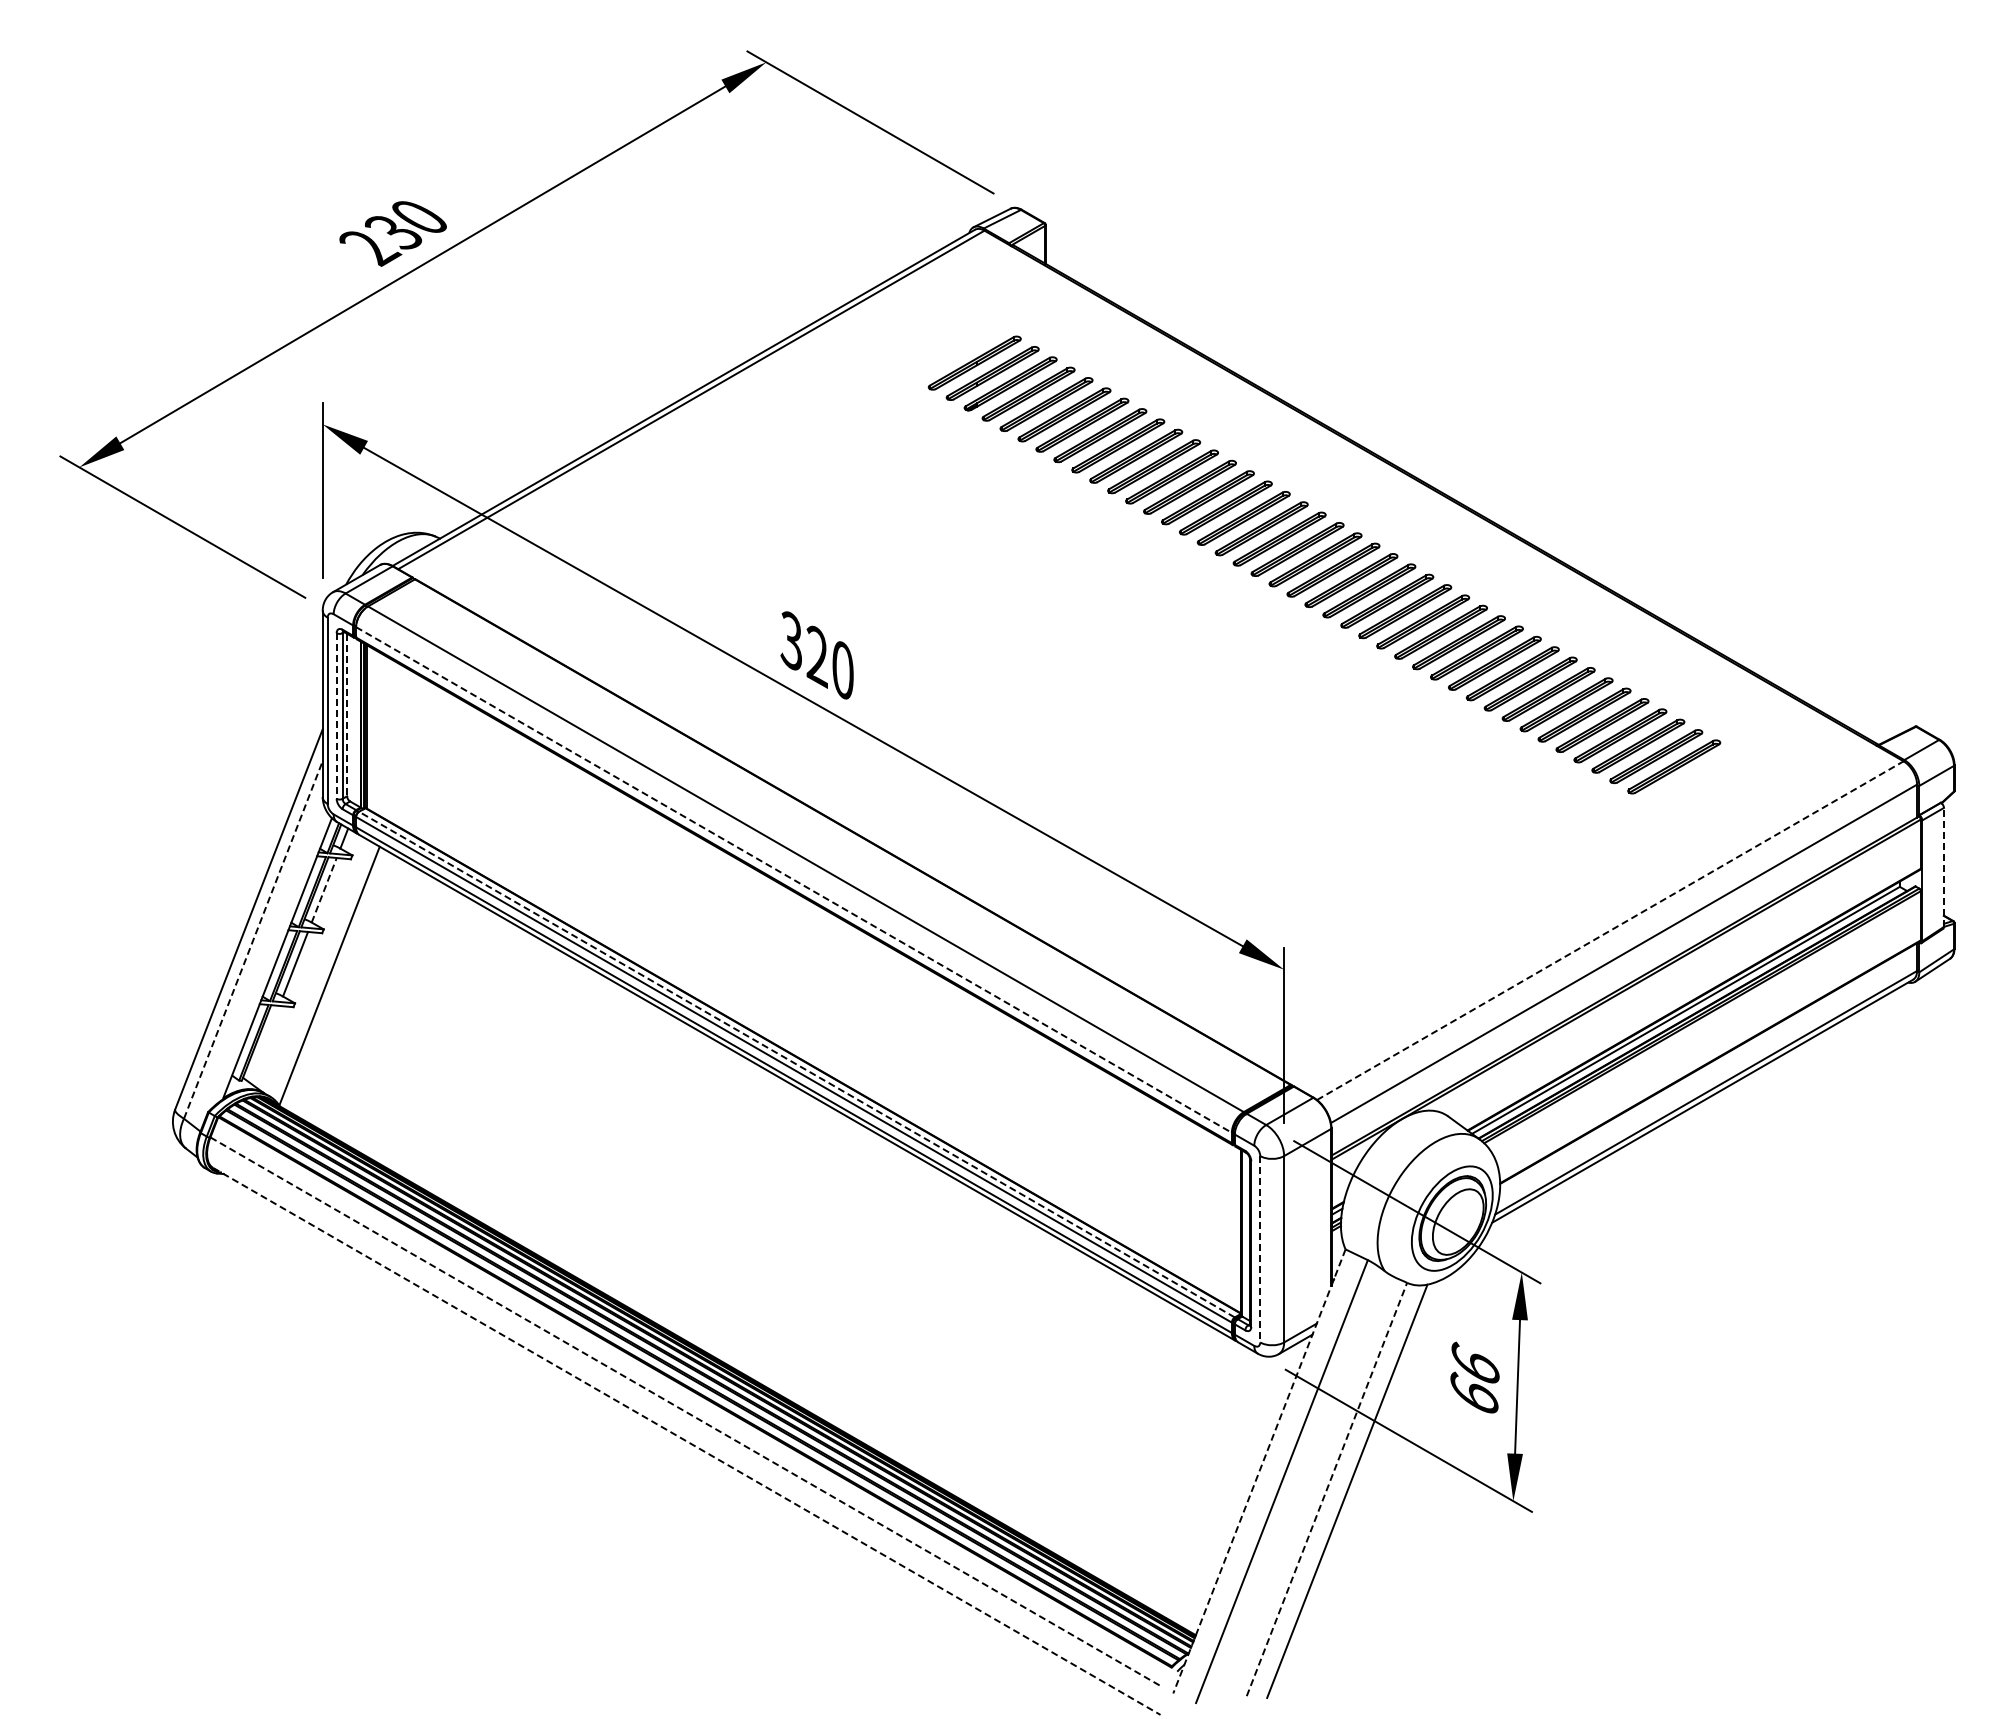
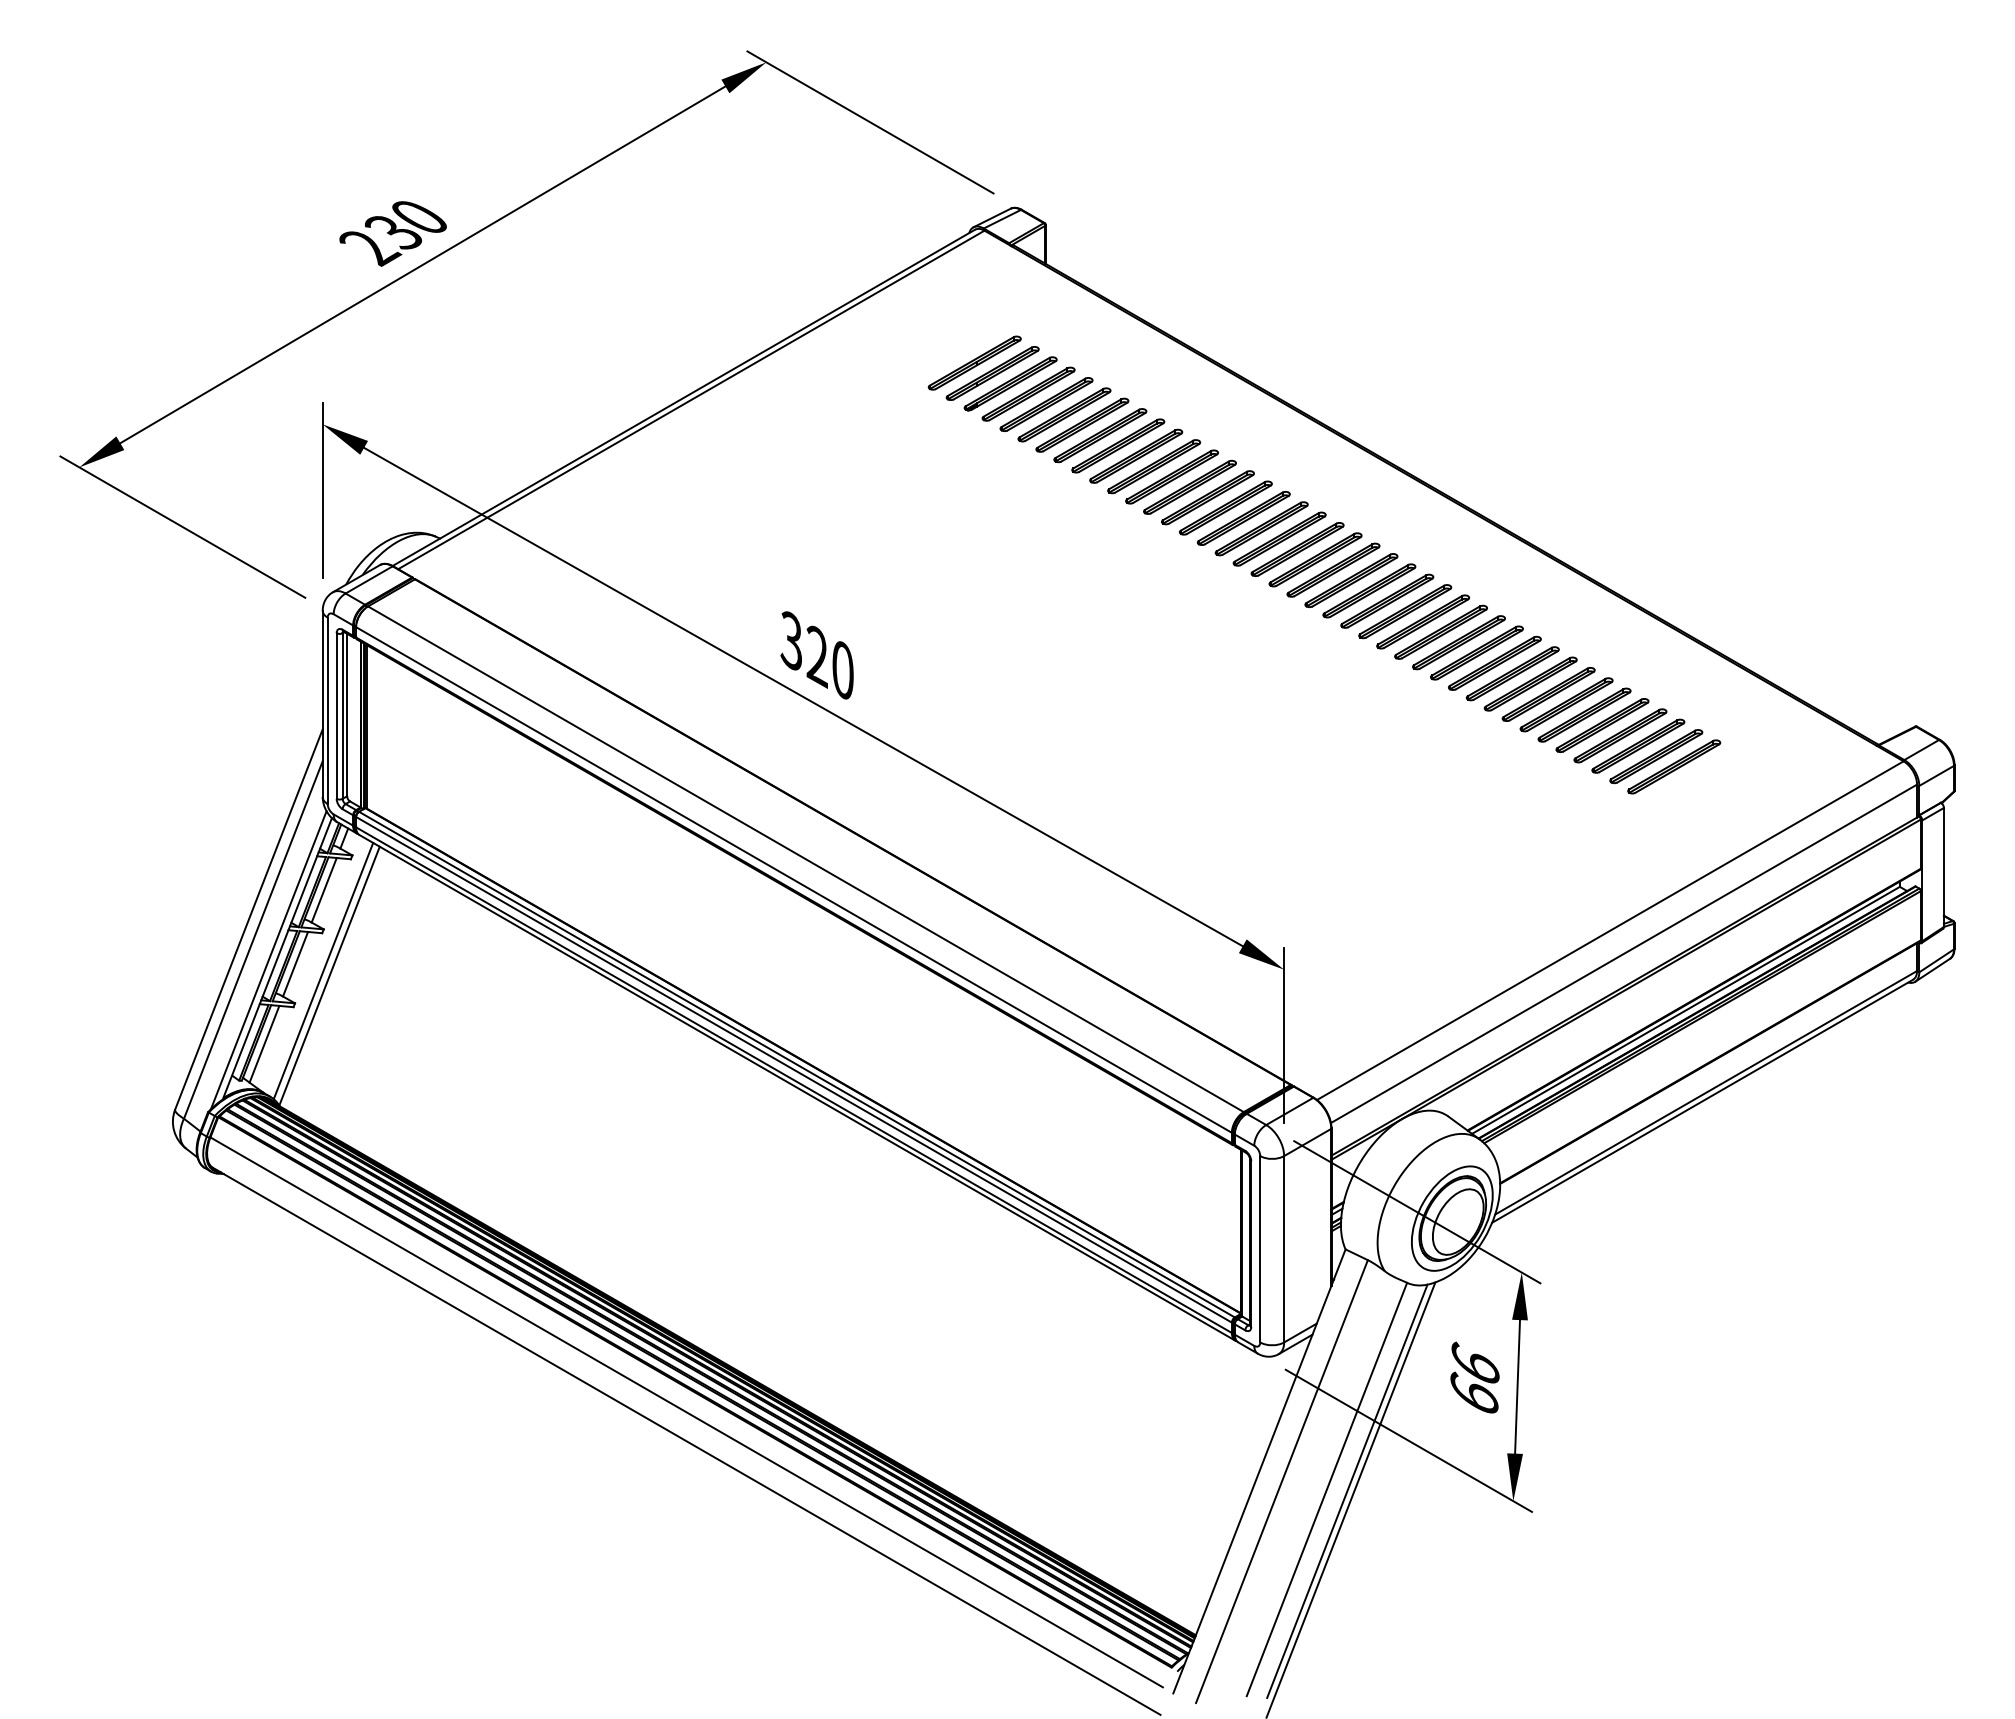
line at (347, 715): dashed -> solid
line at (336, 716): dashed -> solid
line at (1943, 866): dashed -> solid
line at (793, 879): dashed -> solid
line at (324, 890): dashed -> solid
line at (1610, 930): dashed -> solid
line at (253, 939): dashed -> solid
line at (268, 960): none -> present
line at (323, 970): none -> present
line at (264, 1043): none -> present
line at (796, 1064): dashed -> solid
line at (1260, 1249): dashed -> solid
line at (686, 1412): dashed -> solid
line at (686, 1441): dashed -> solid
line at (1259, 1471): dashed -> solid
line at (1326, 1489): dashed -> solid
line at (1351, 1498): none -> present
